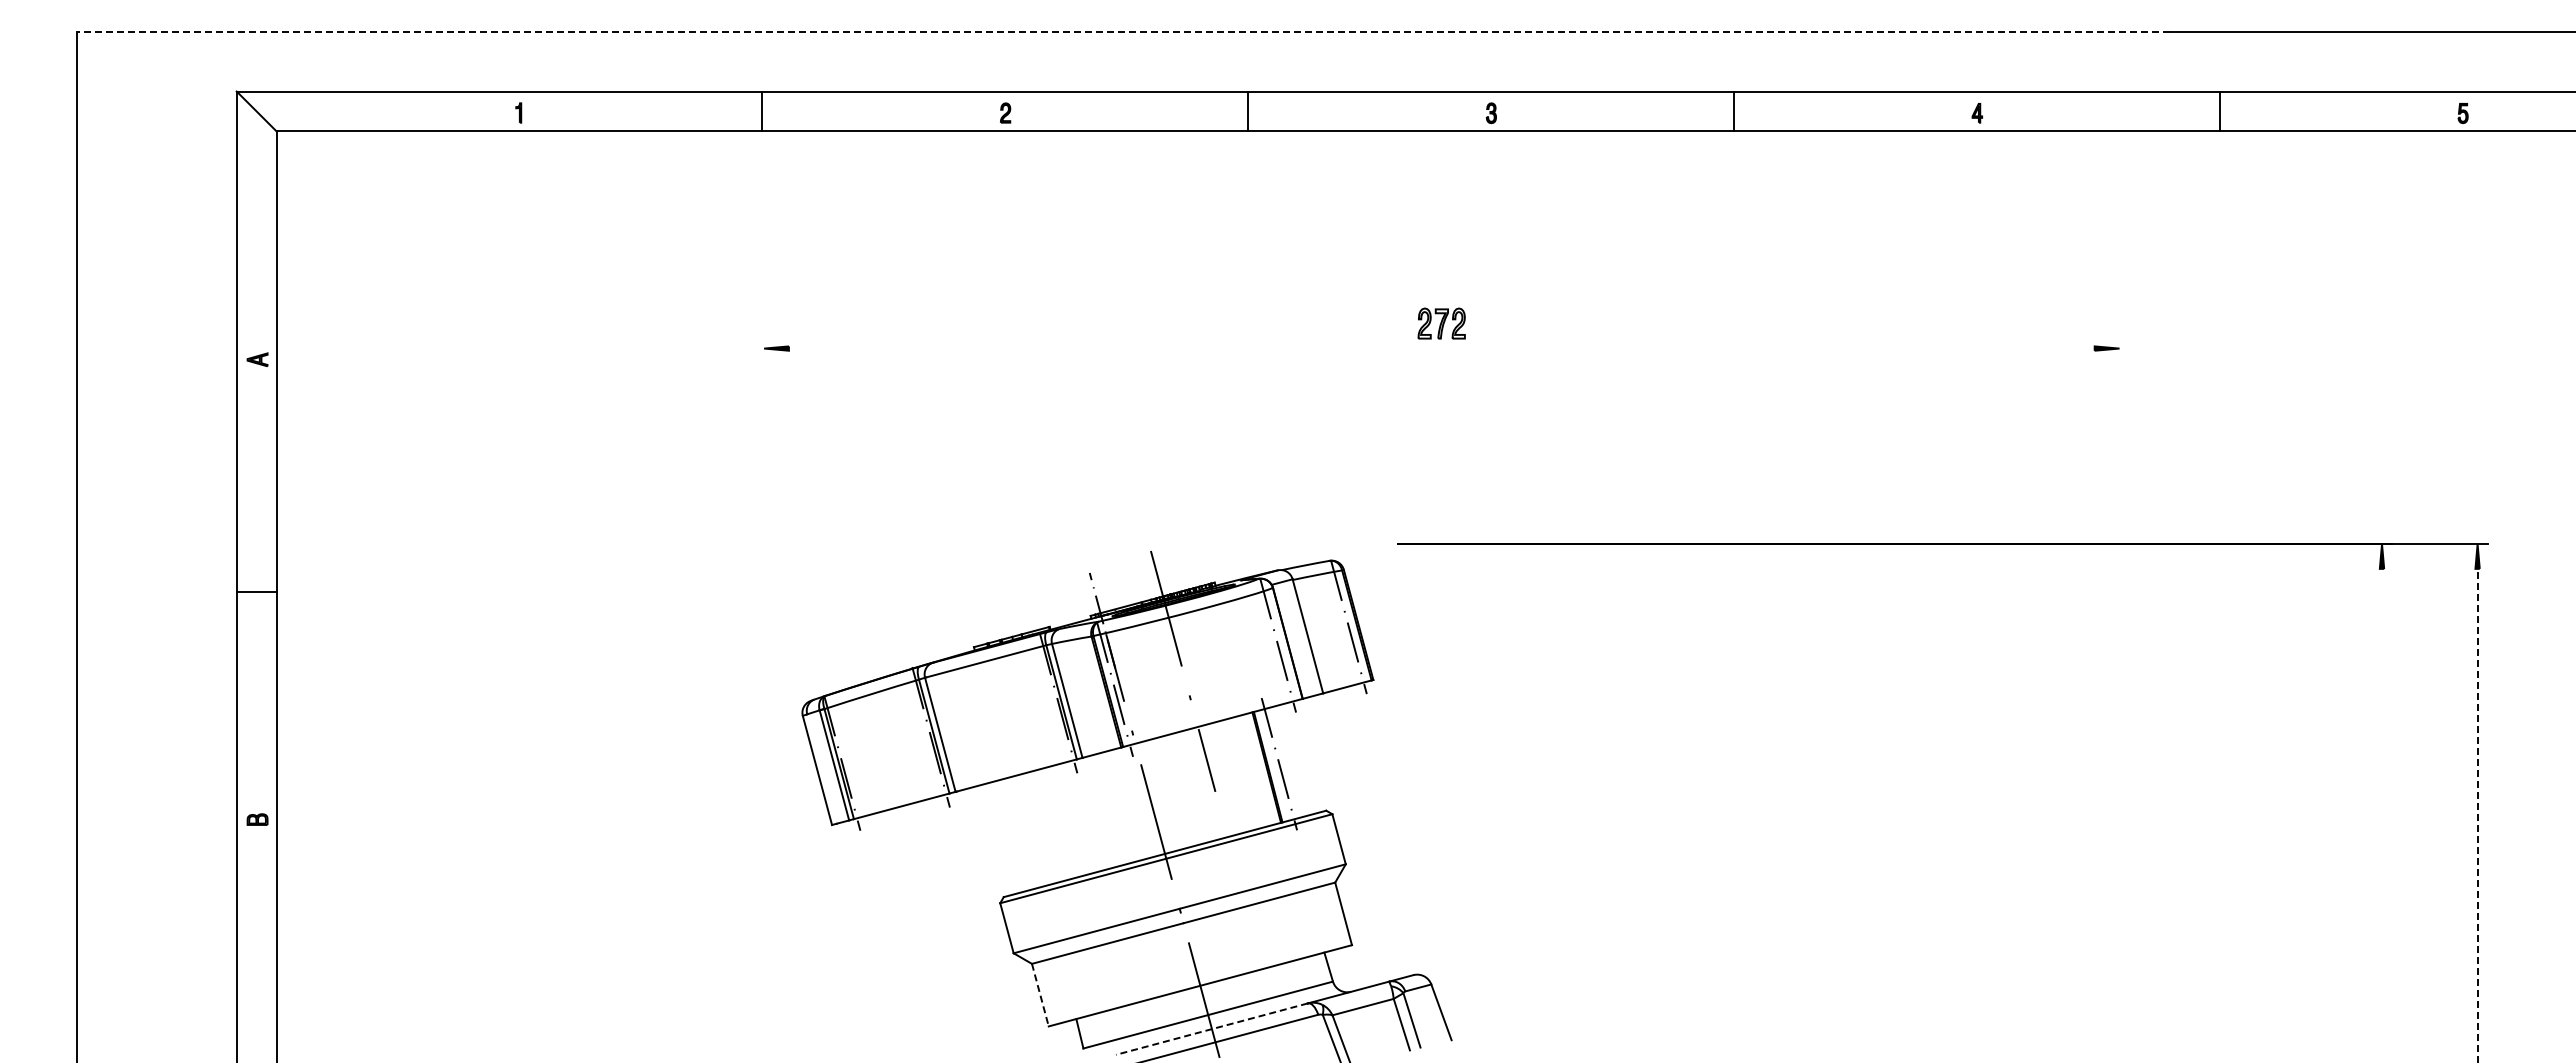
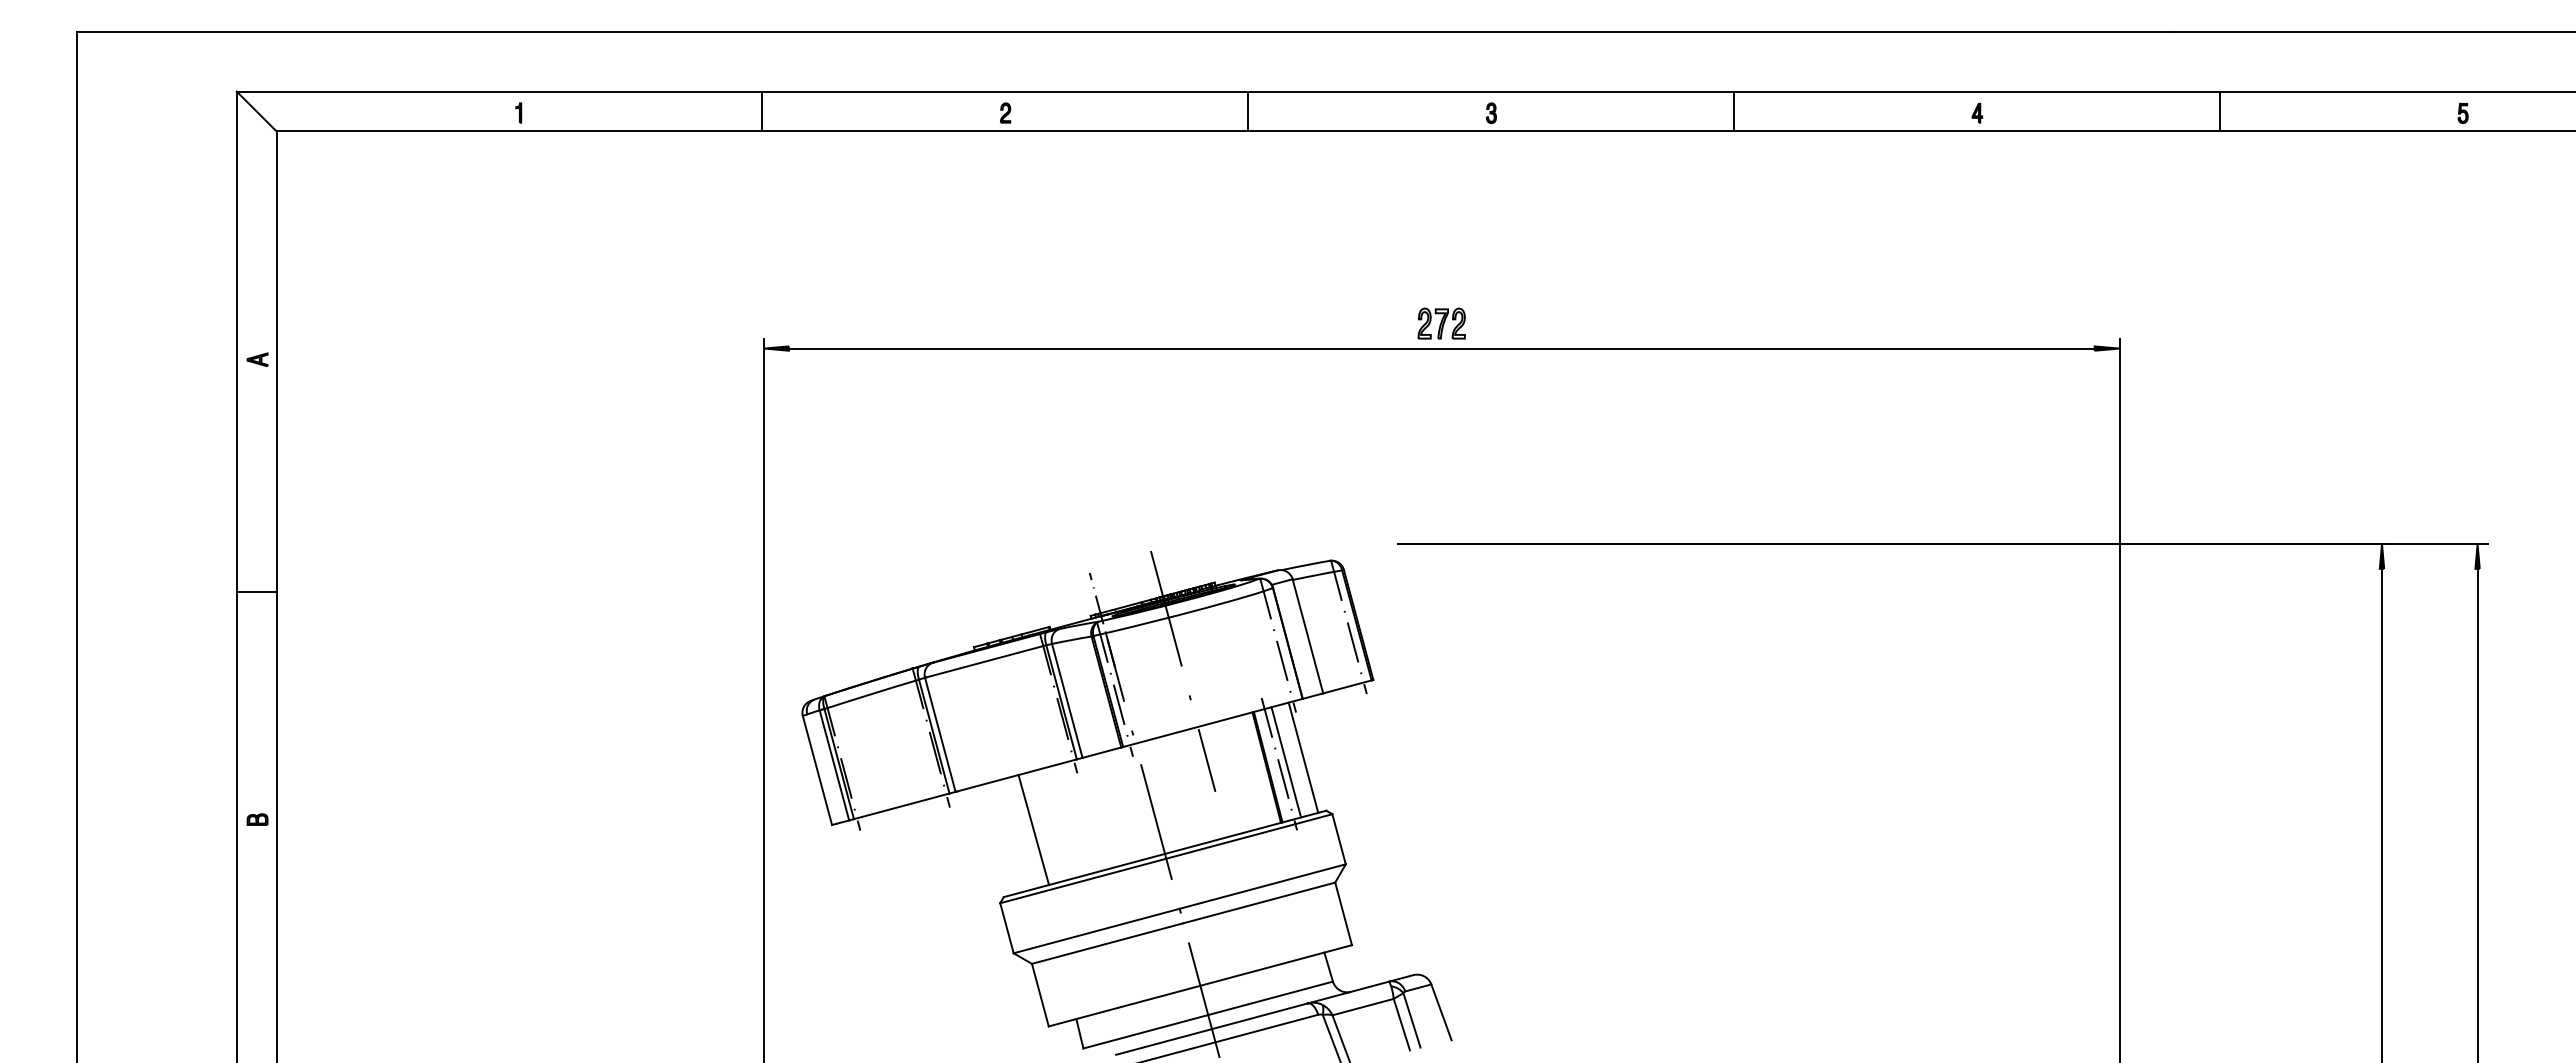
line at (1123, 31): dashed -> solid
line at (1441, 348): none -> present
line at (764, 698): none -> present
line at (2119, 698): none -> present
line at (1303, 757): none -> present
line at (1286, 762): none -> present
line at (2382, 813): none -> present
line at (2477, 815): dashed -> solid
line at (1033, 830): none -> present
line at (1040, 995): dashed -> solid
line at (1211, 1029): dashed -> solid
